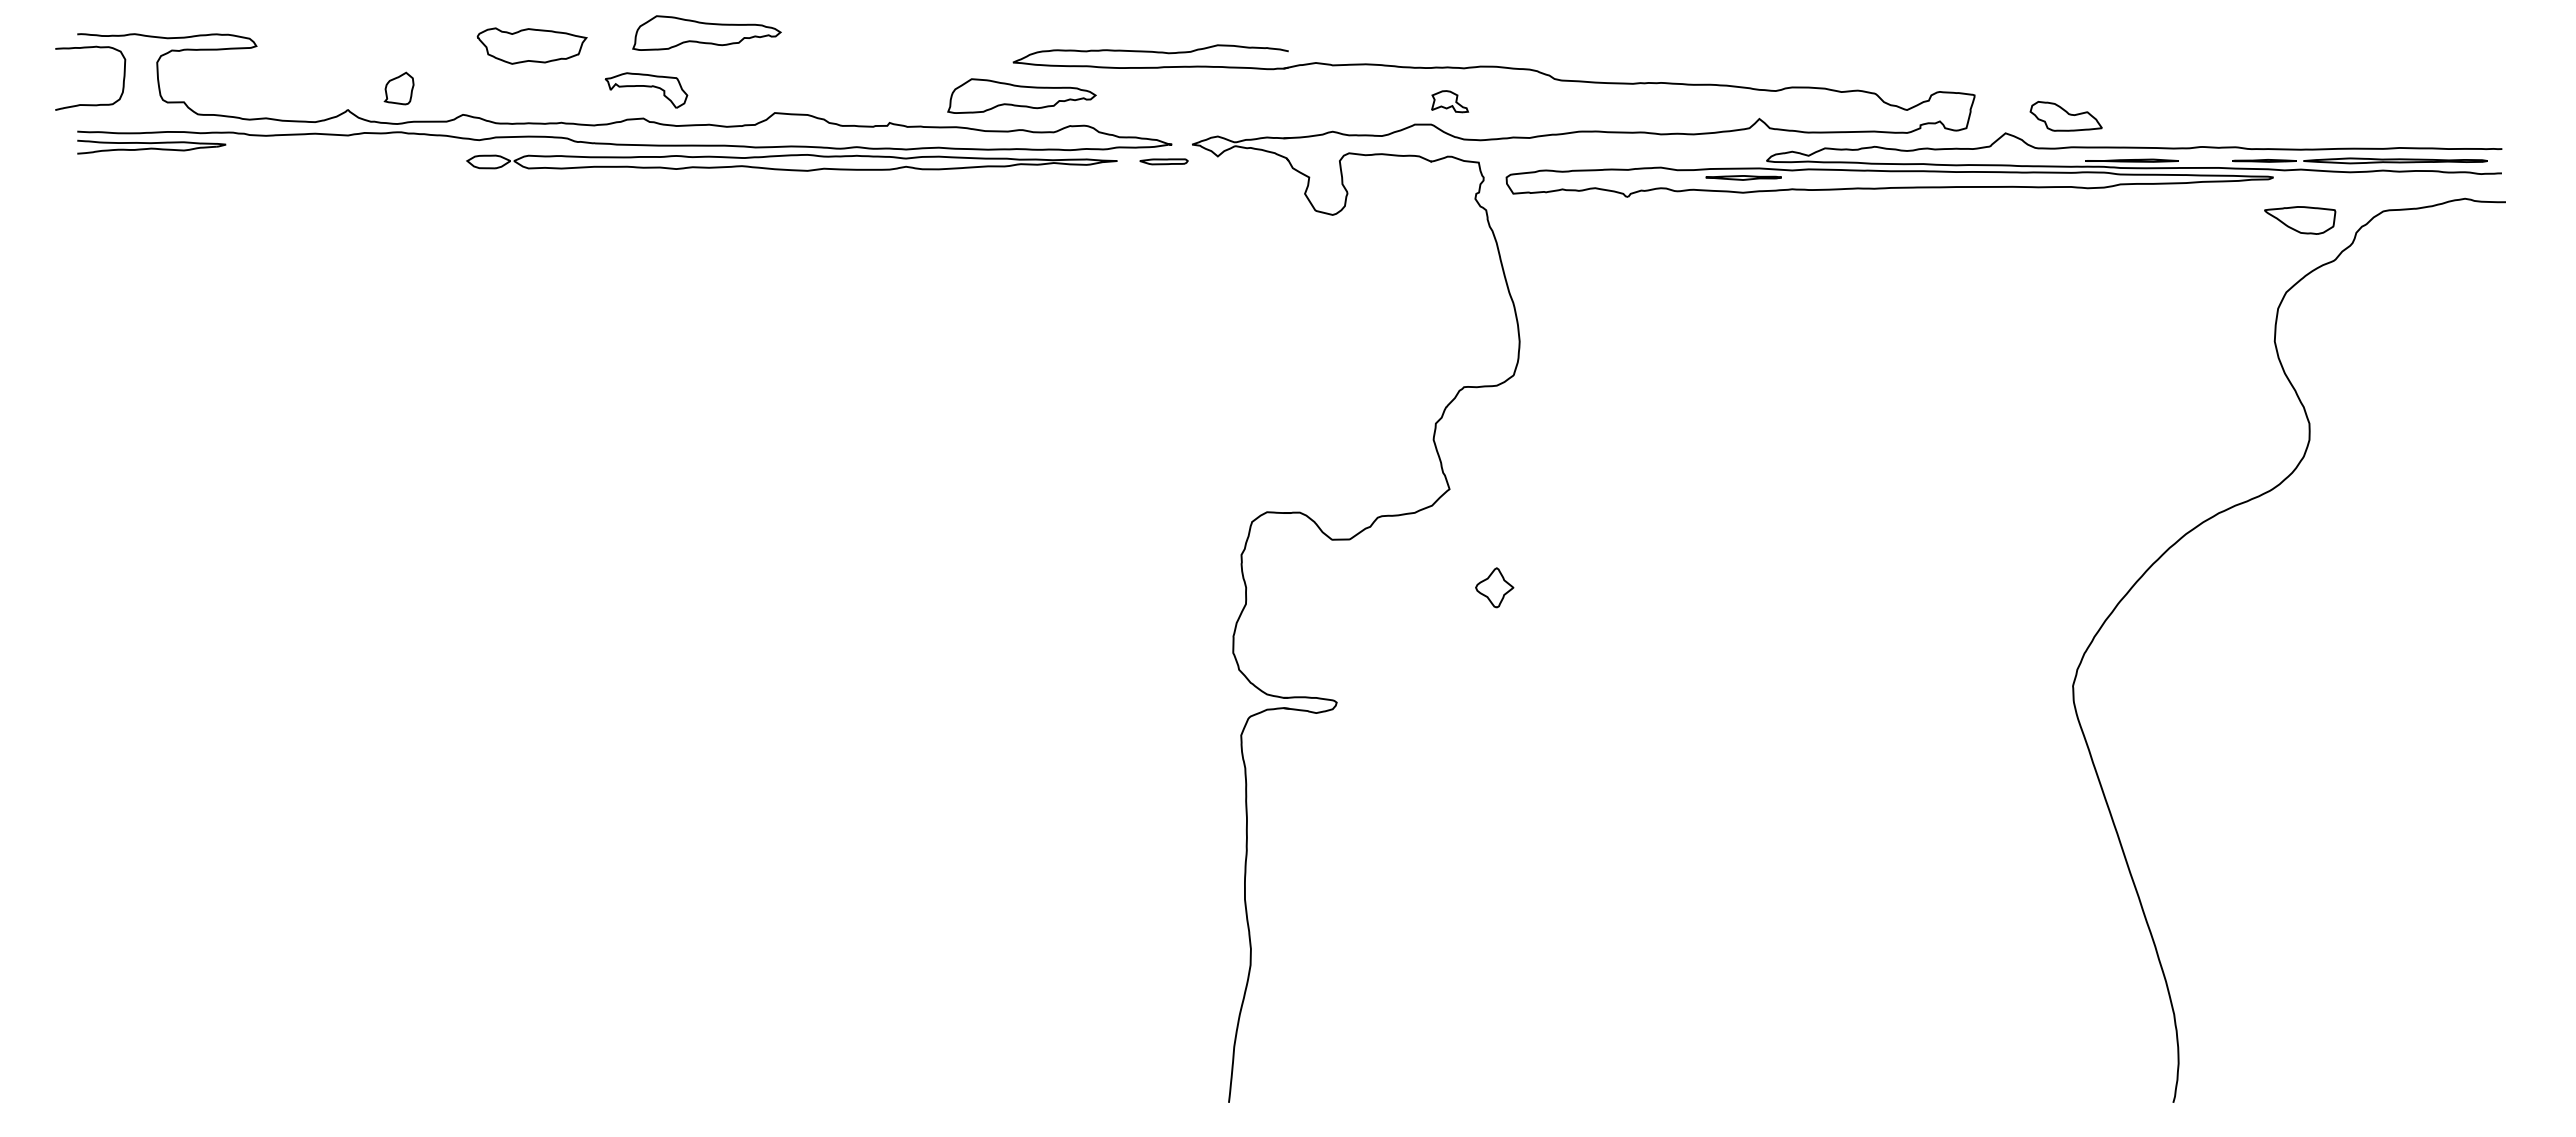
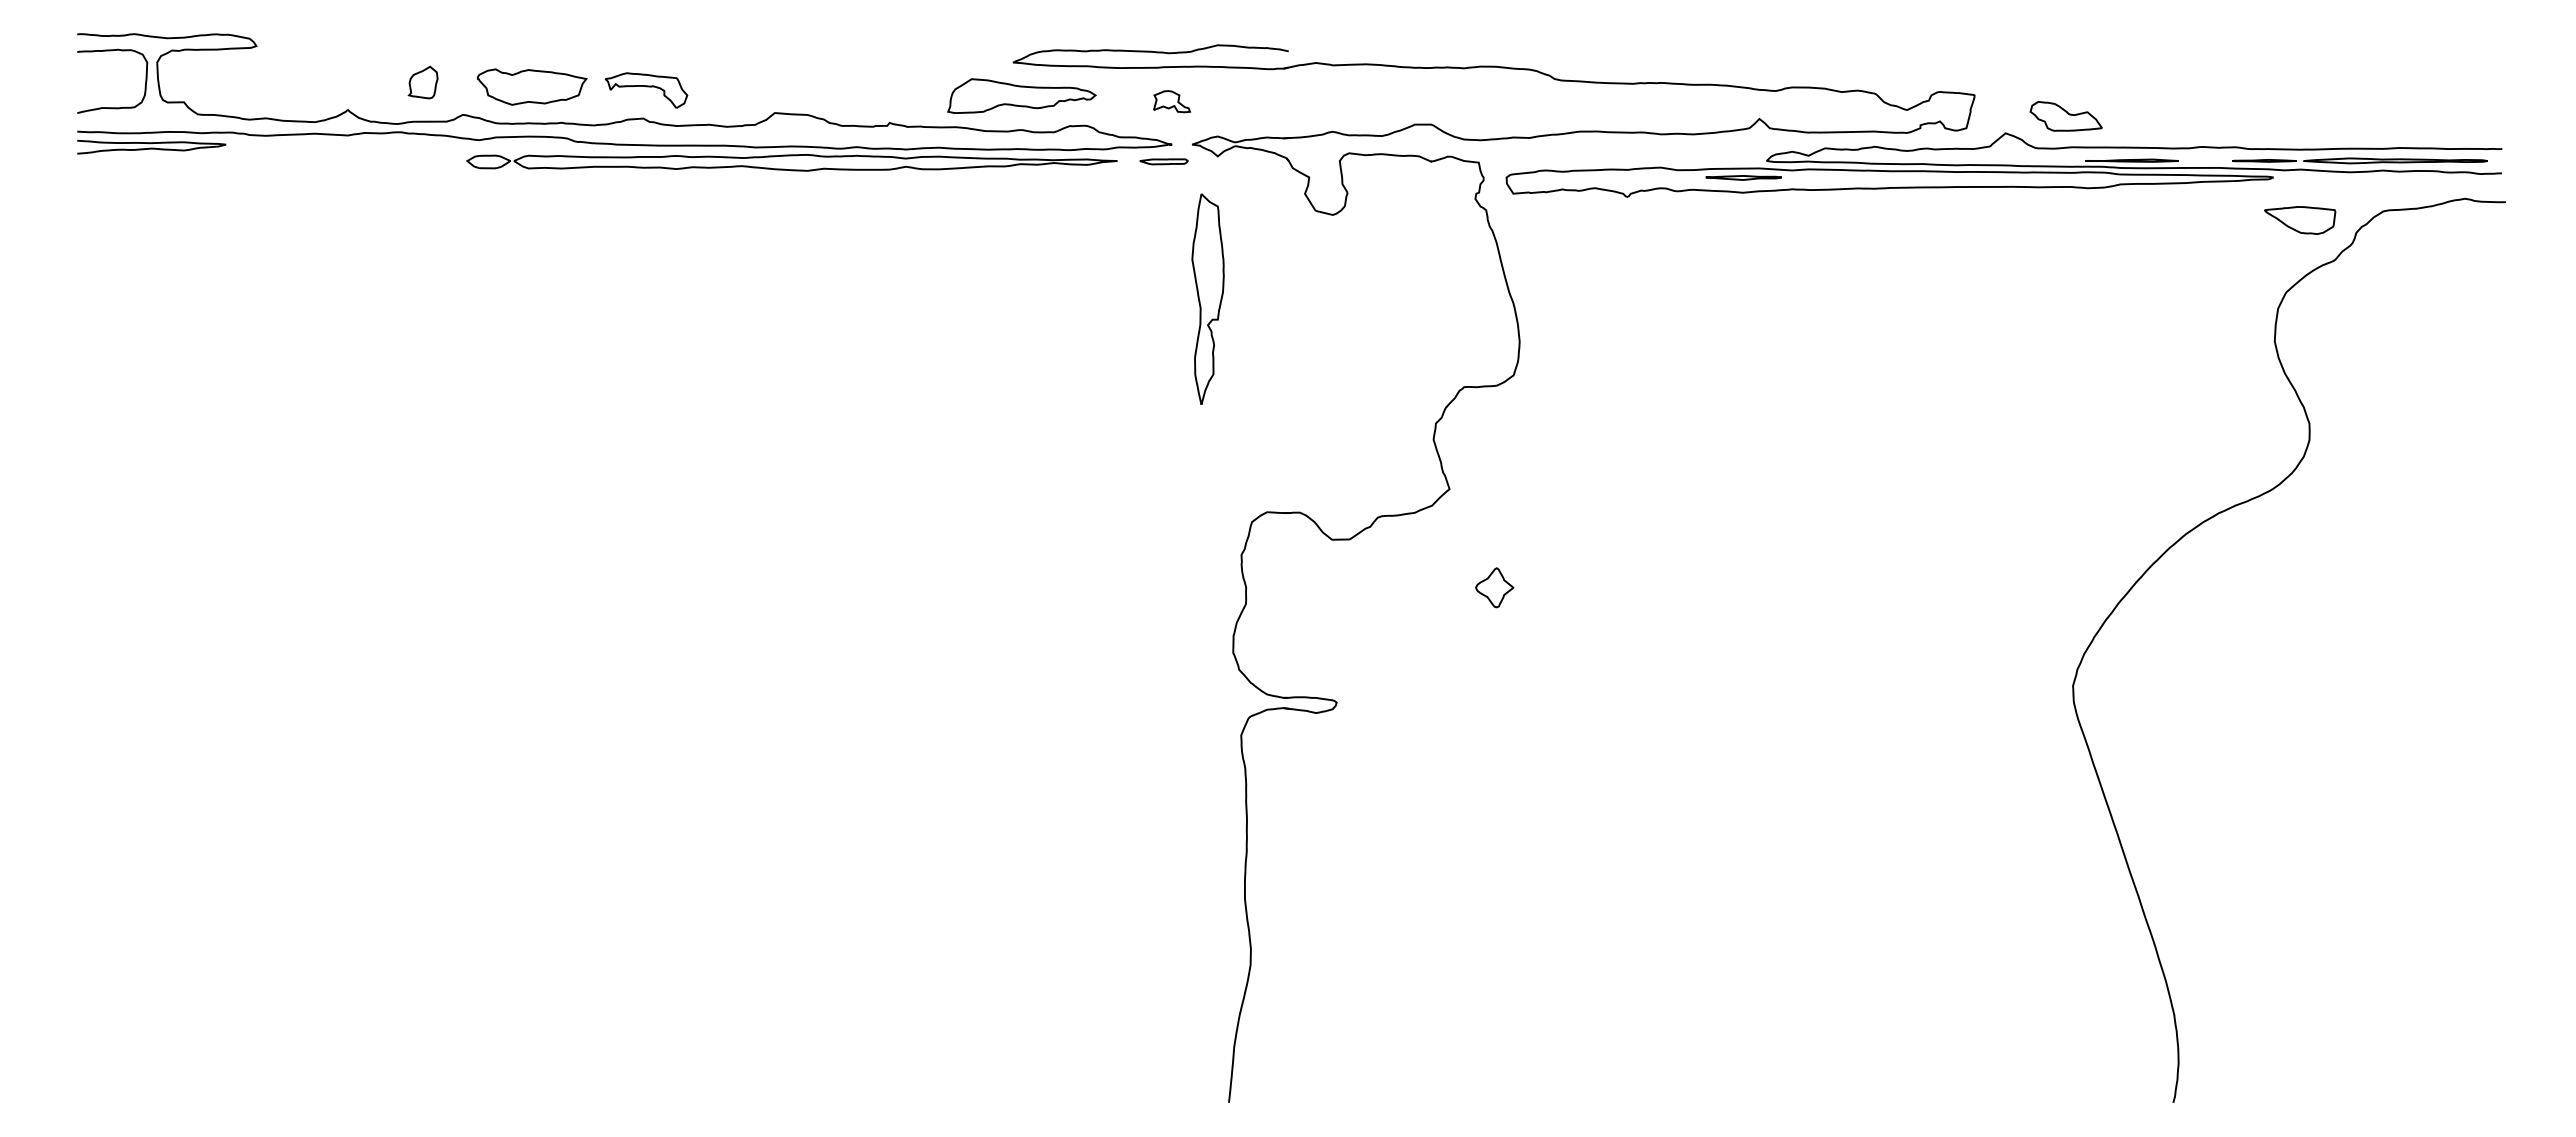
part at (706, 32): present -> none
part at (531, 45) position: (531, 45) -> (531, 86)
part at (398, 88) position: (398, 88) -> (422, 82)
part at (1450, 101) position: (1450, 101) -> (1172, 101)
curve at (90, 104) position: (90, 104) -> (112, 107)
part at (1207, 298): none -> present
